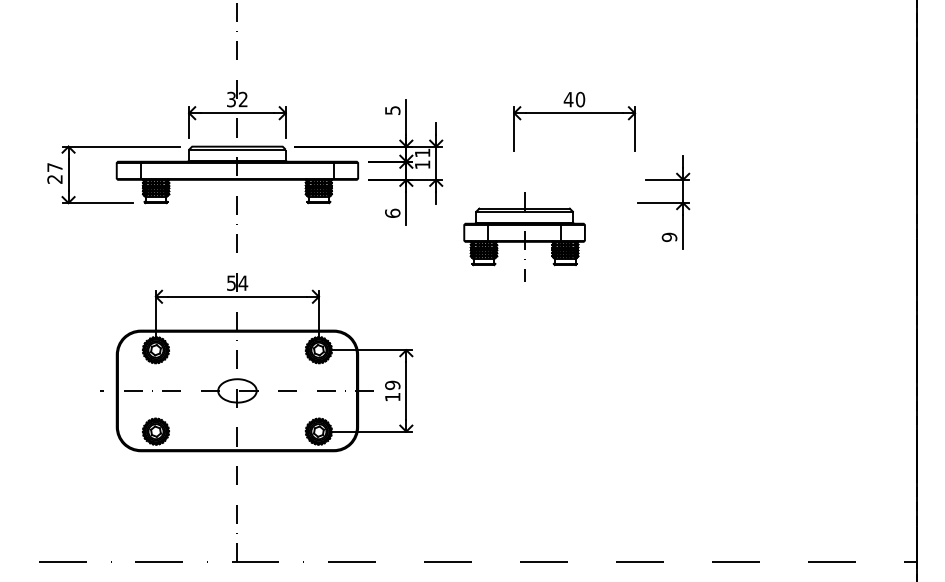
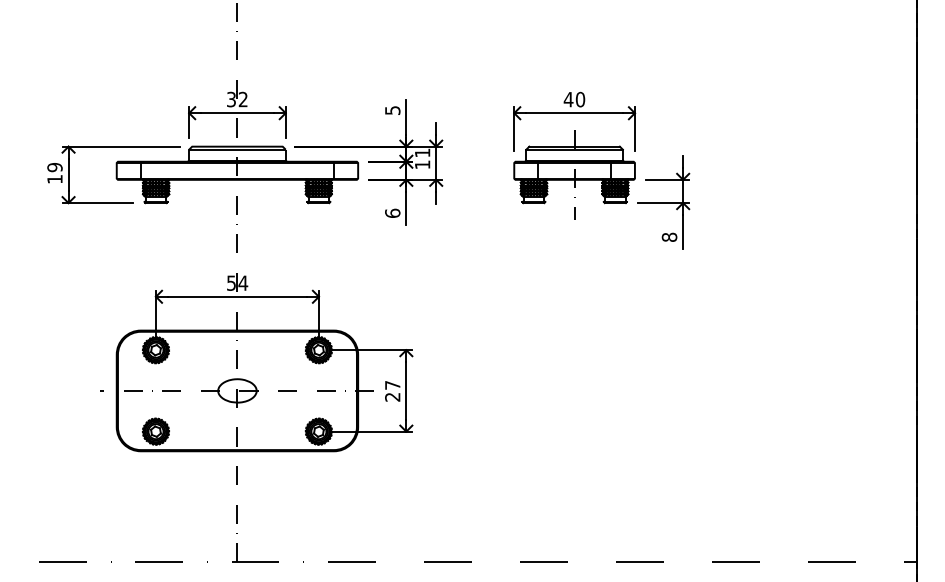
text at (54, 173): 27 -> 19
part at (524, 236) position: (524, 236) -> (574, 174)
text at (669, 237): 9 -> 8
text at (392, 390): 19 -> 27
